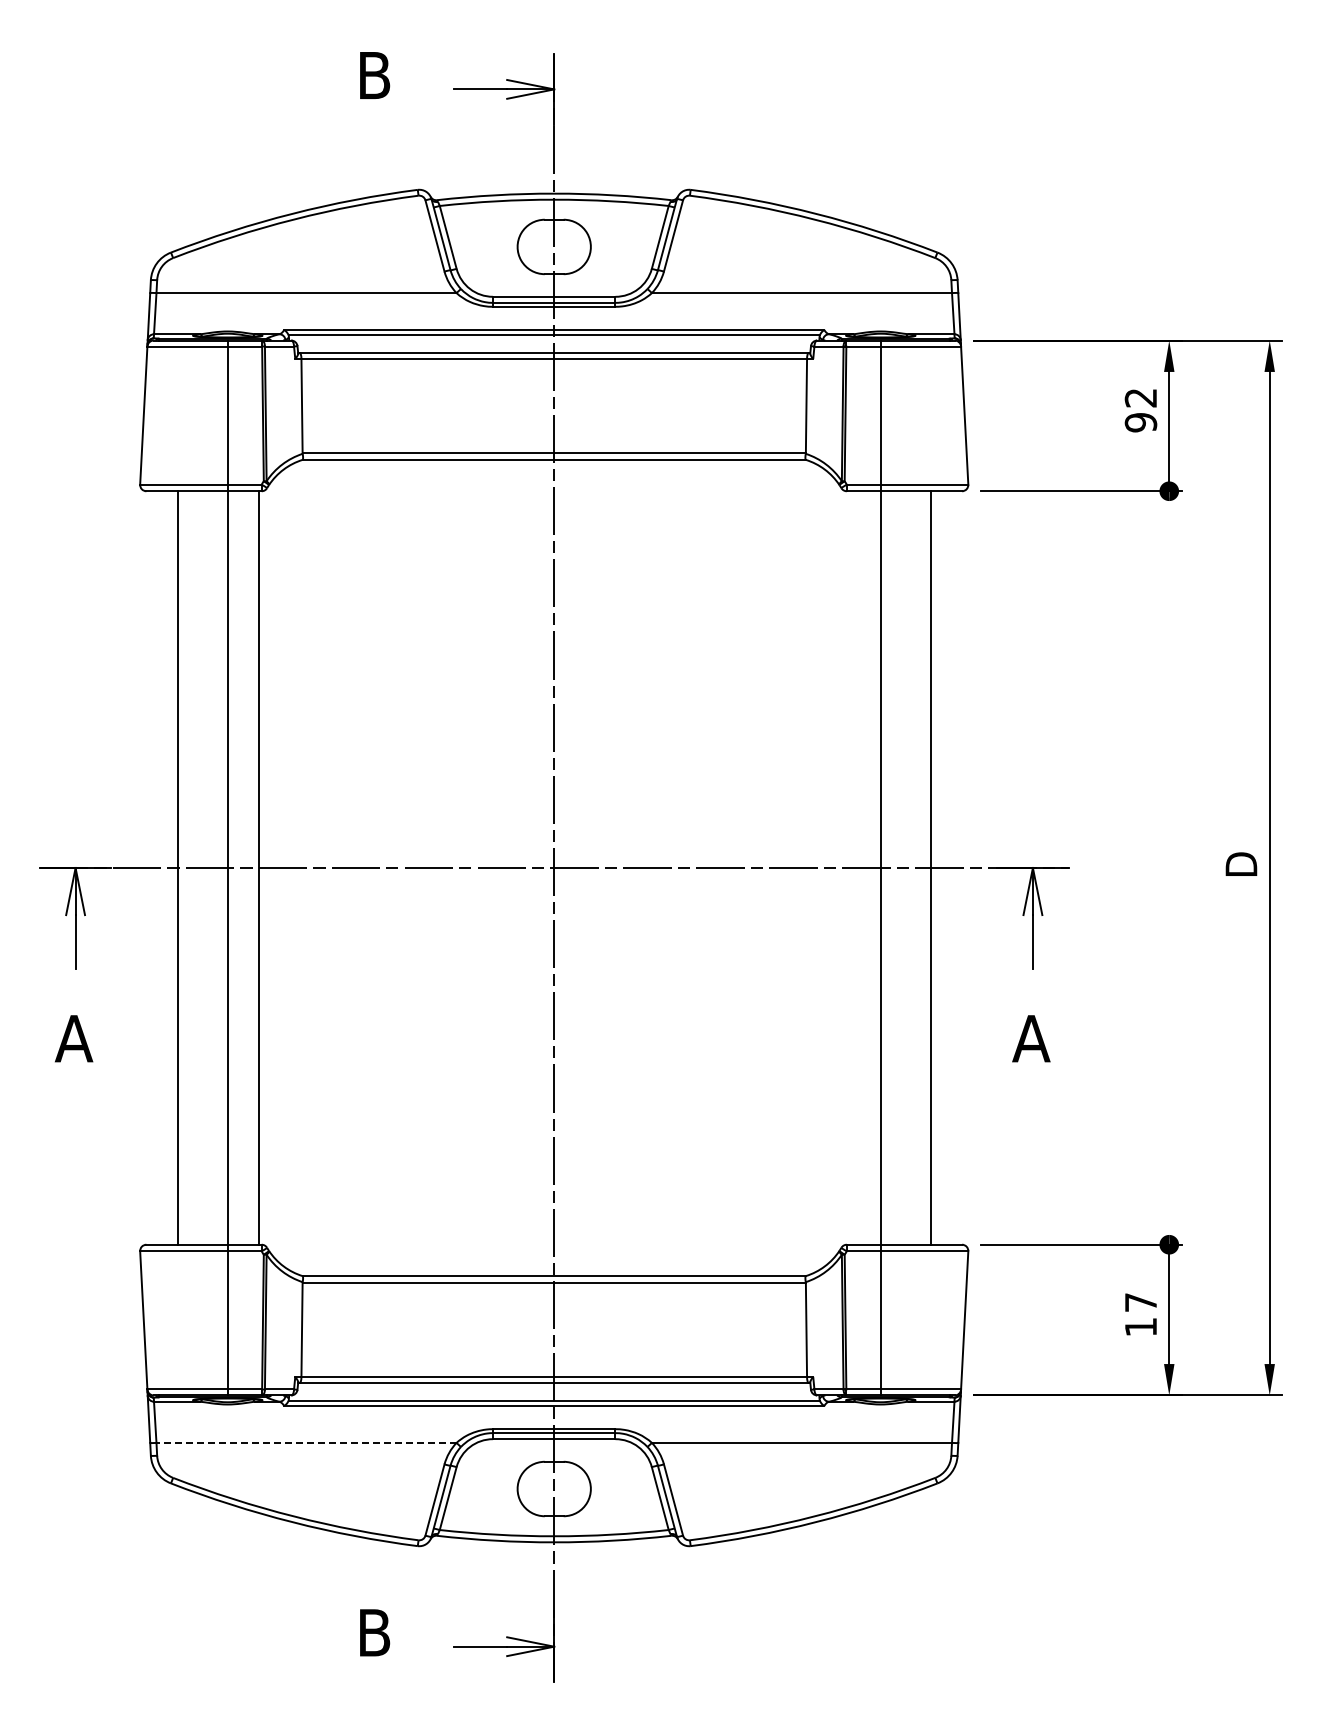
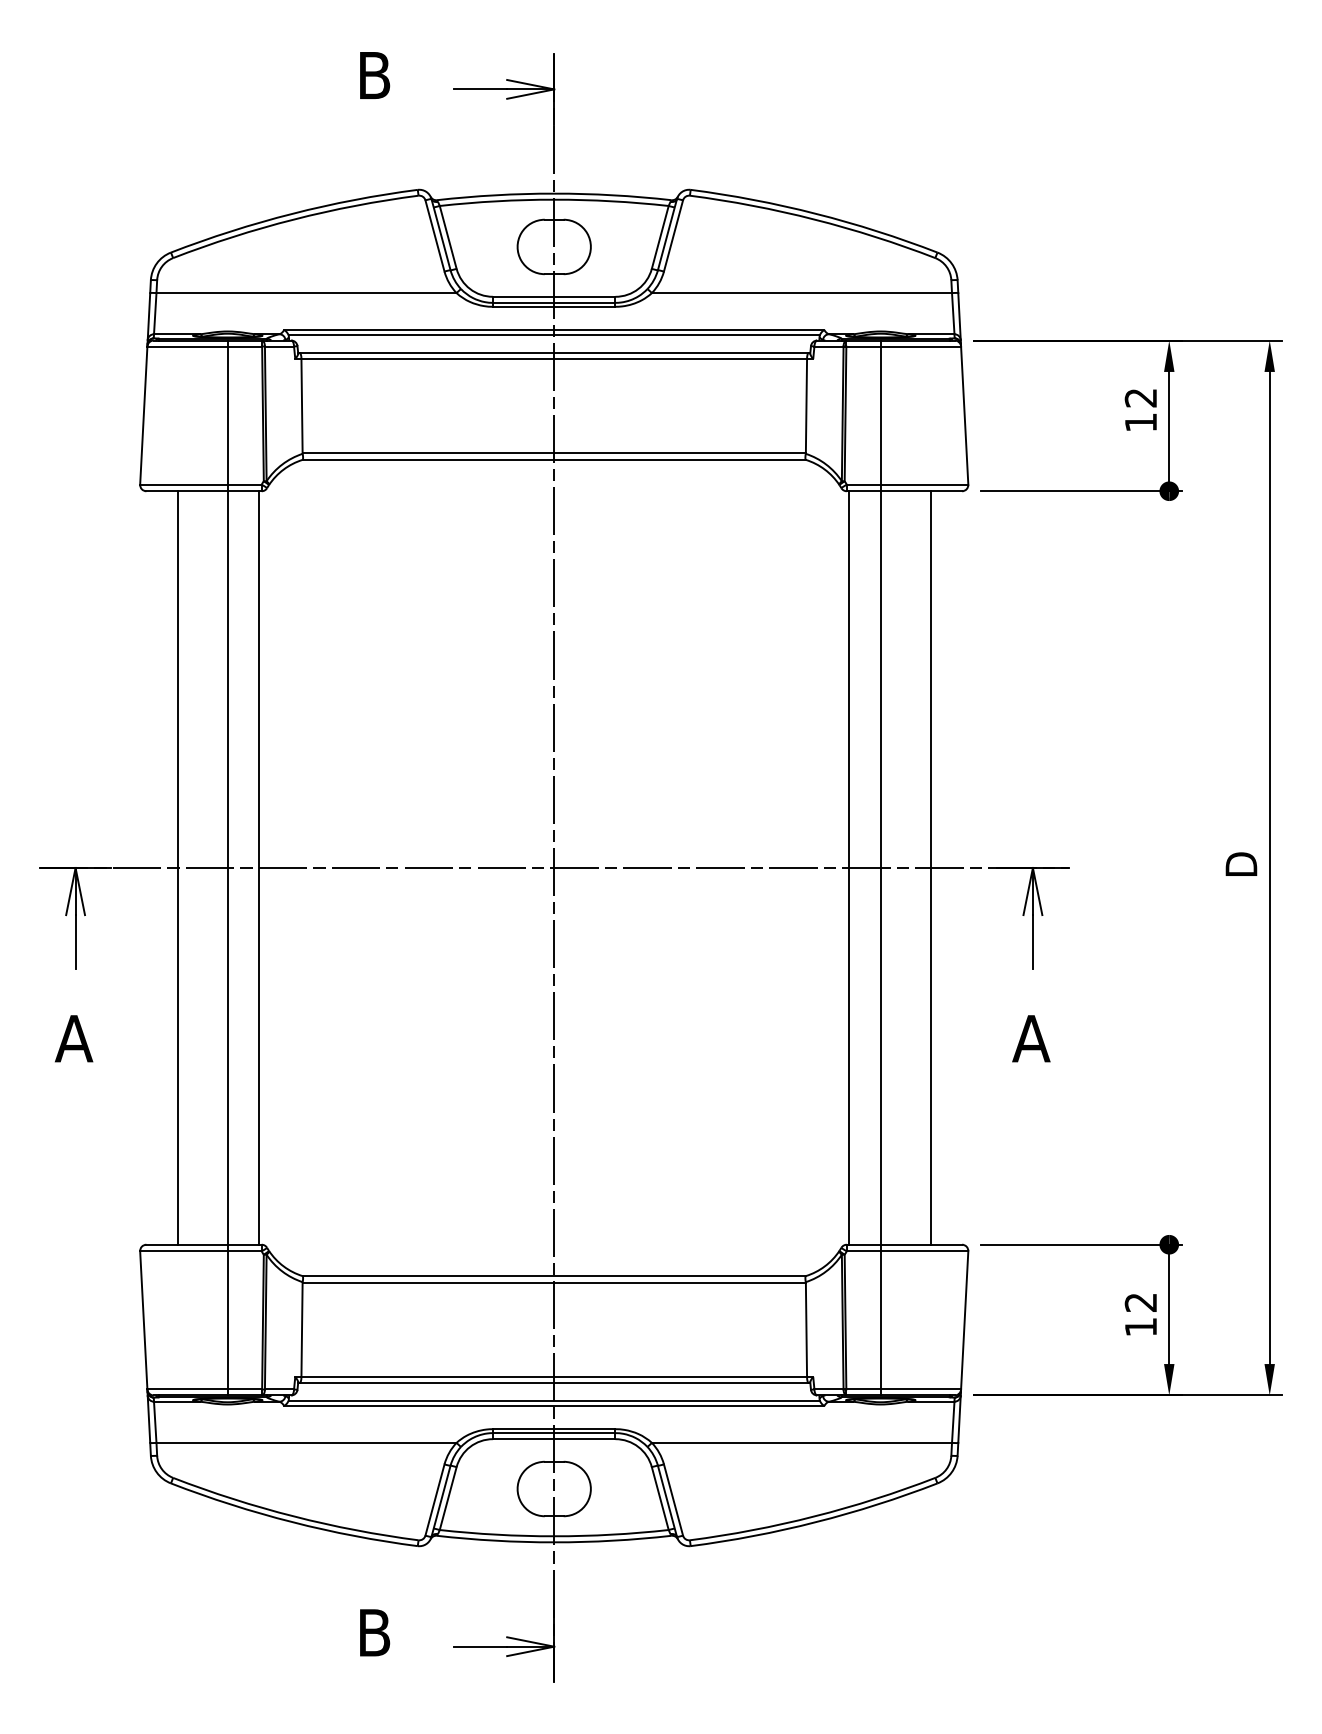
text at (1140, 422): 92 -> 12
line at (849, 867): none -> present
text at (1140, 1302): 17 -> 12
line at (306, 1442): dashed -> solid
